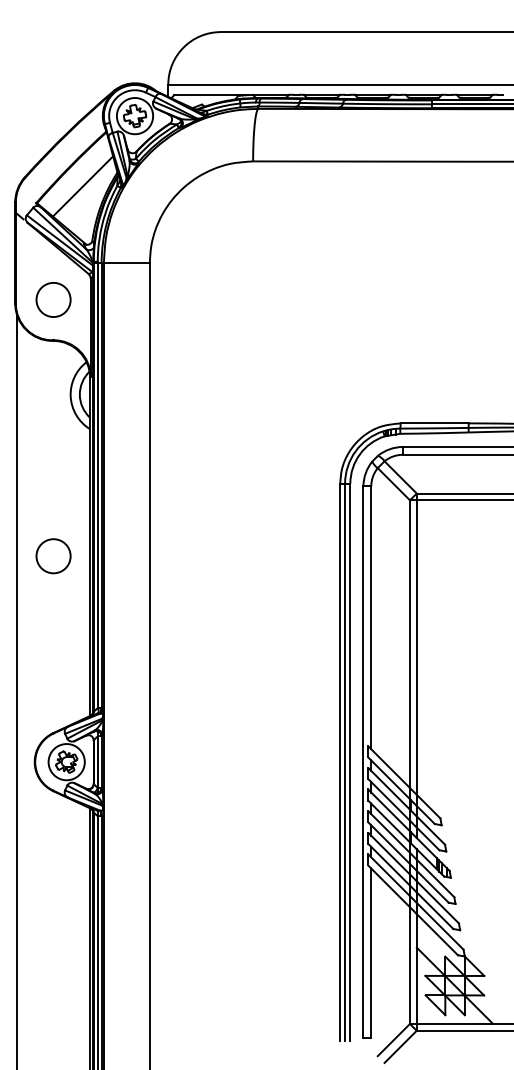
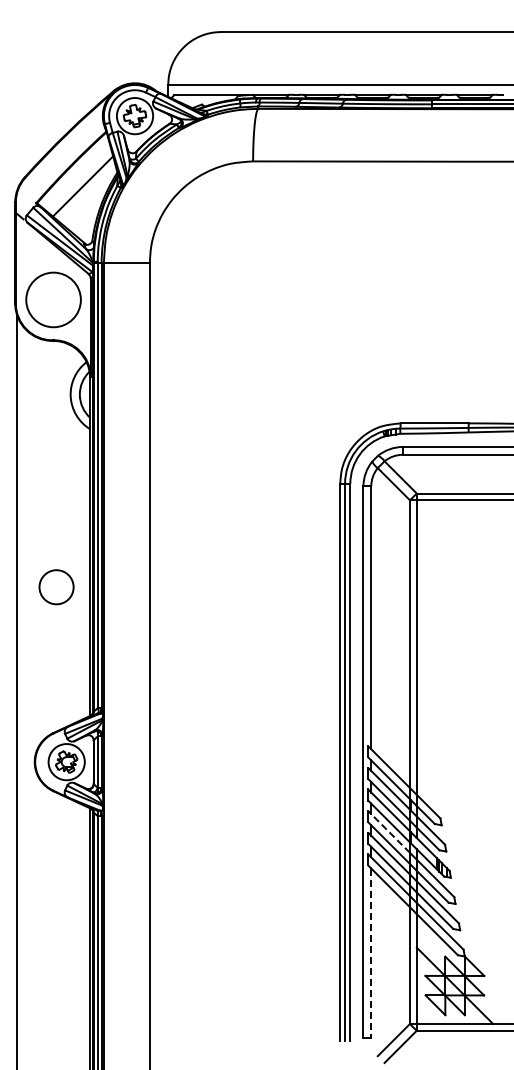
circle at (53, 299) diameter: 34 px -> 55 px
circle at (53, 556) position: (53, 556) -> (56, 587)
line at (390, 833): solid -> dashed
line at (371, 953): solid -> dashed
